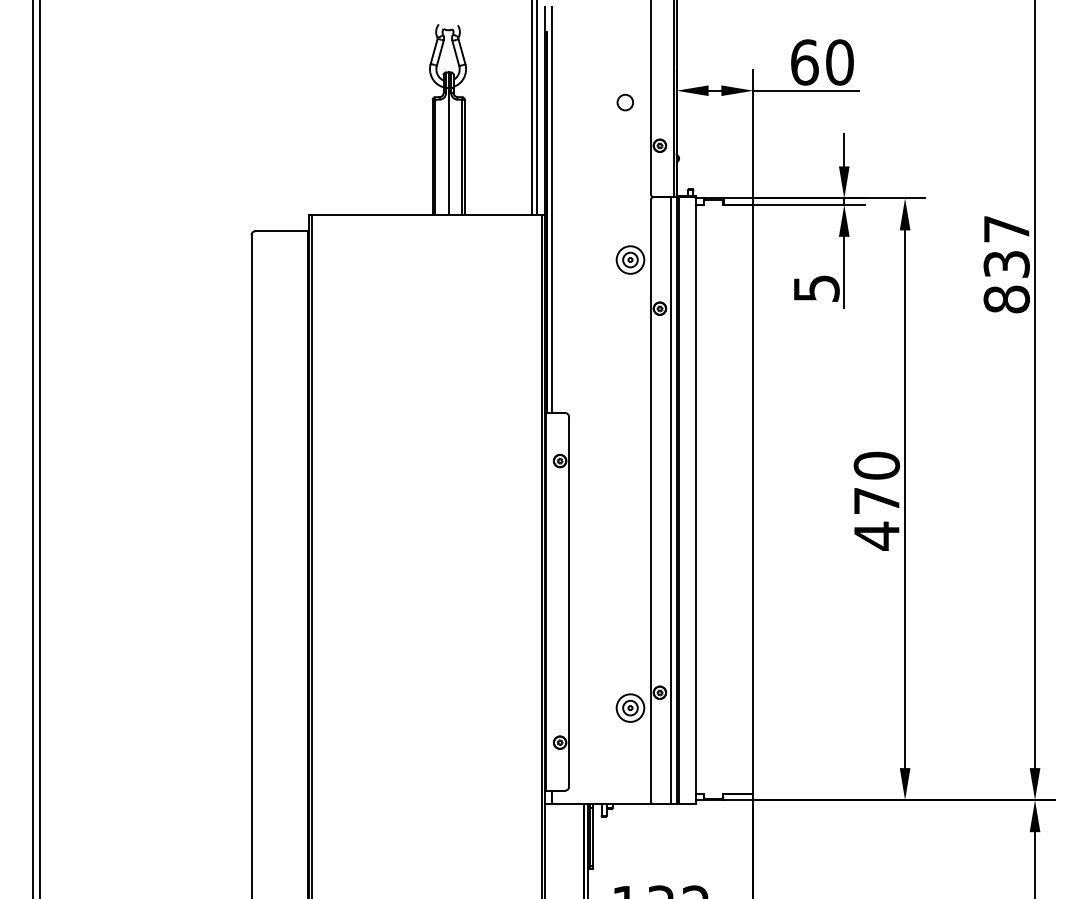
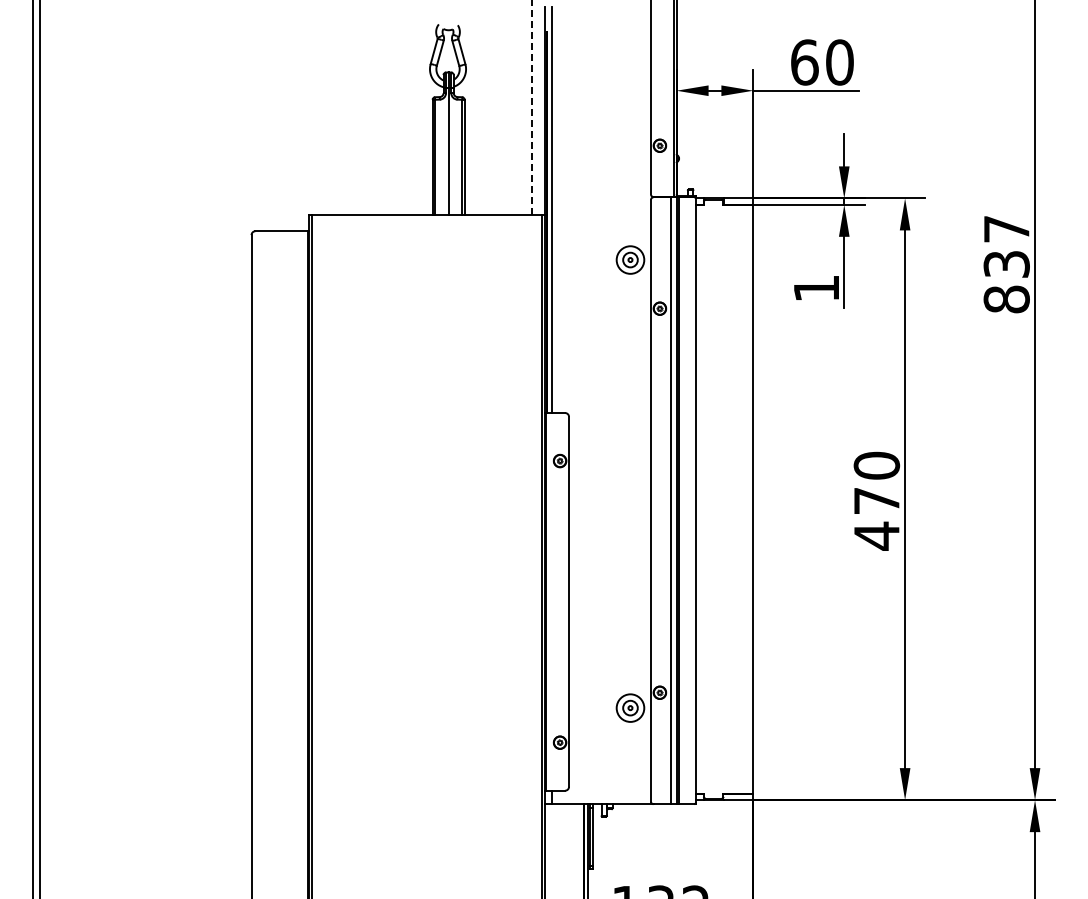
circle at (624, 102): present -> none
line at (531, 107): solid -> dashed
line at (537, 108): present -> none
text at (816, 288): 5 -> 1
